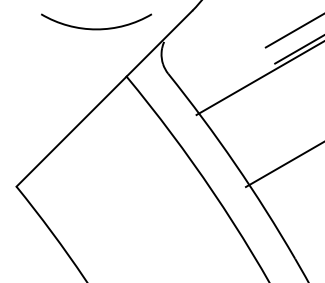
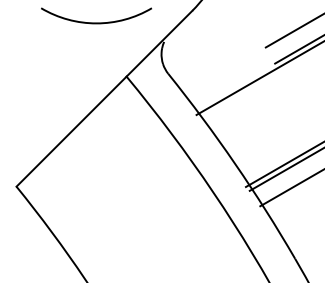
arc at (96, 28) position: (96, 28) -> (96, 22)
line at (284, 170): none -> present
line at (290, 188): none -> present
